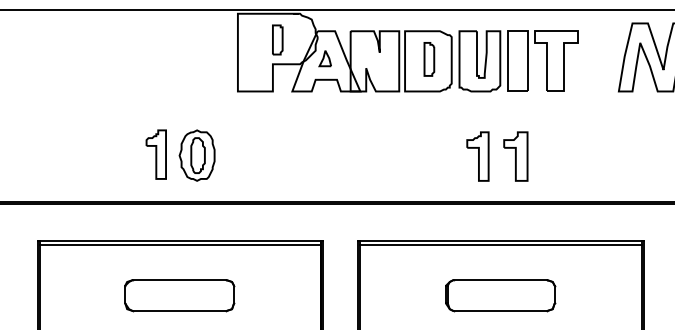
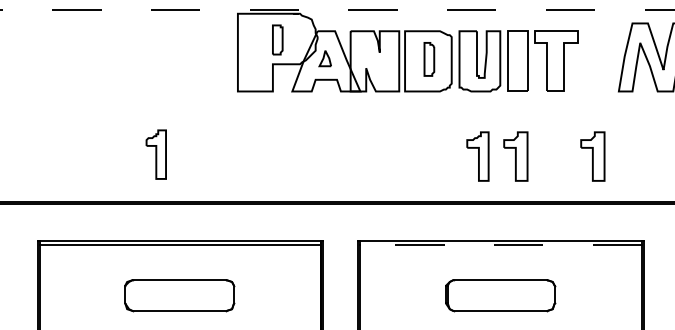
line at (337, 9): solid -> dashed
part at (196, 155): present -> none
part at (592, 156): none -> present
line at (501, 245): solid -> dashed
